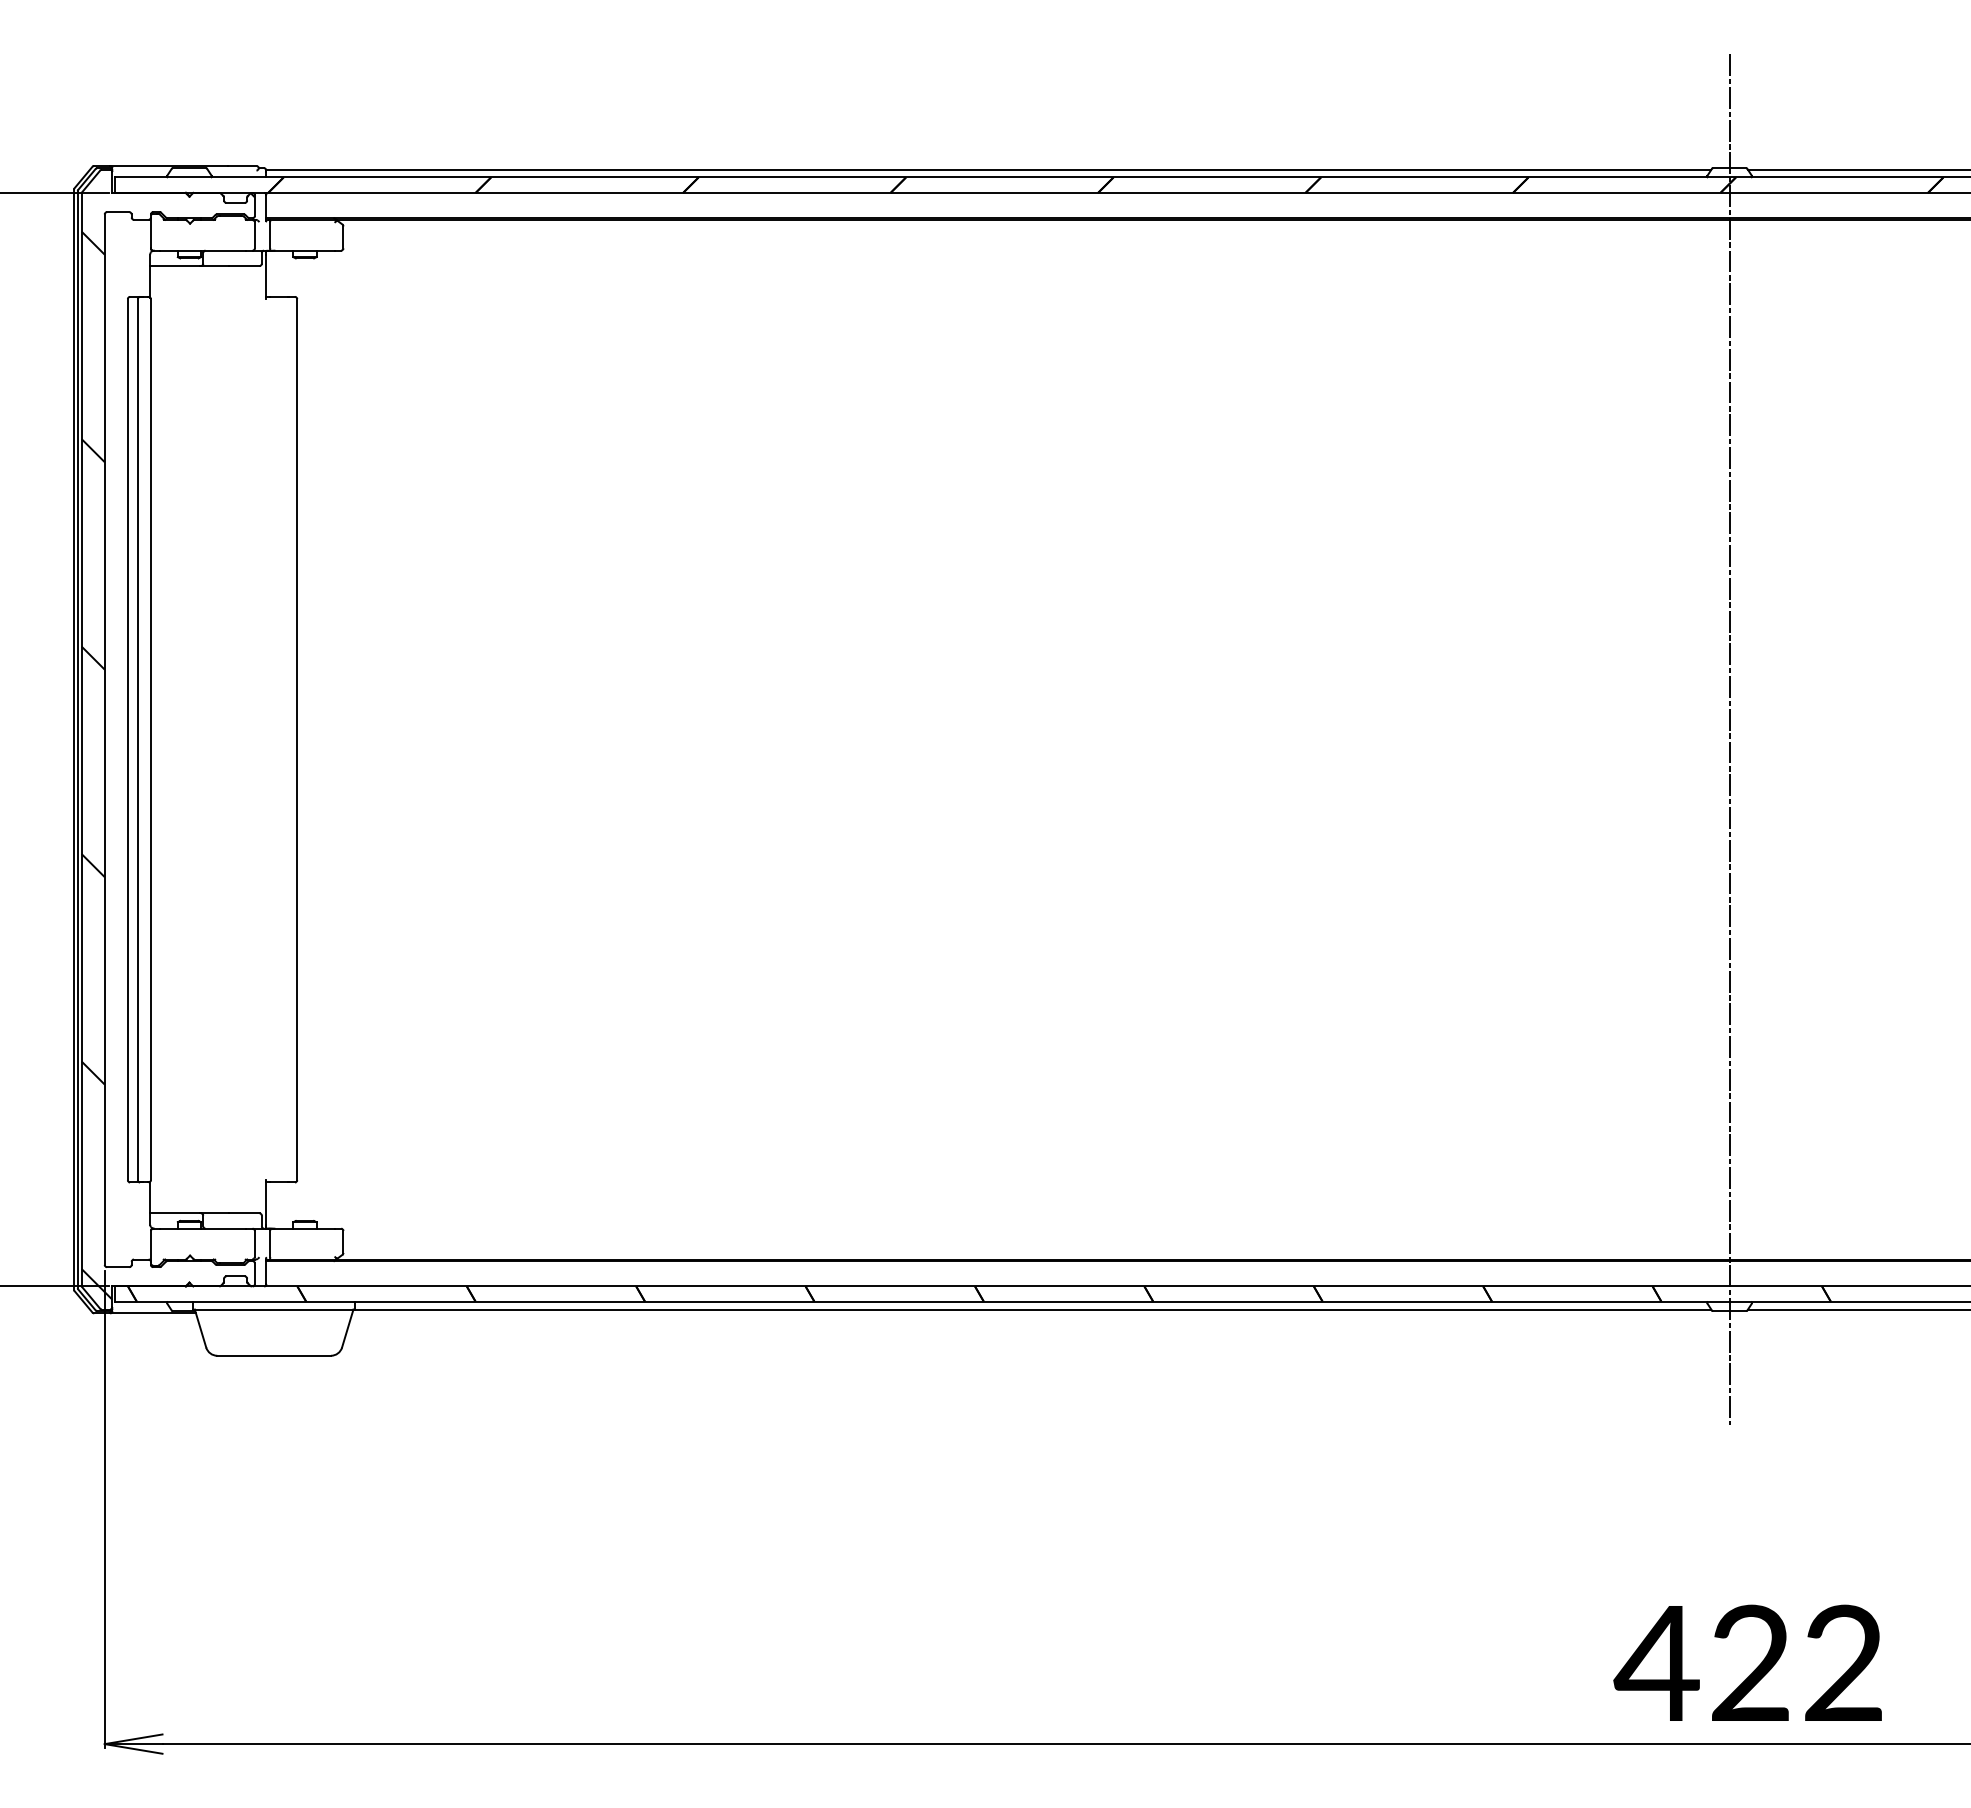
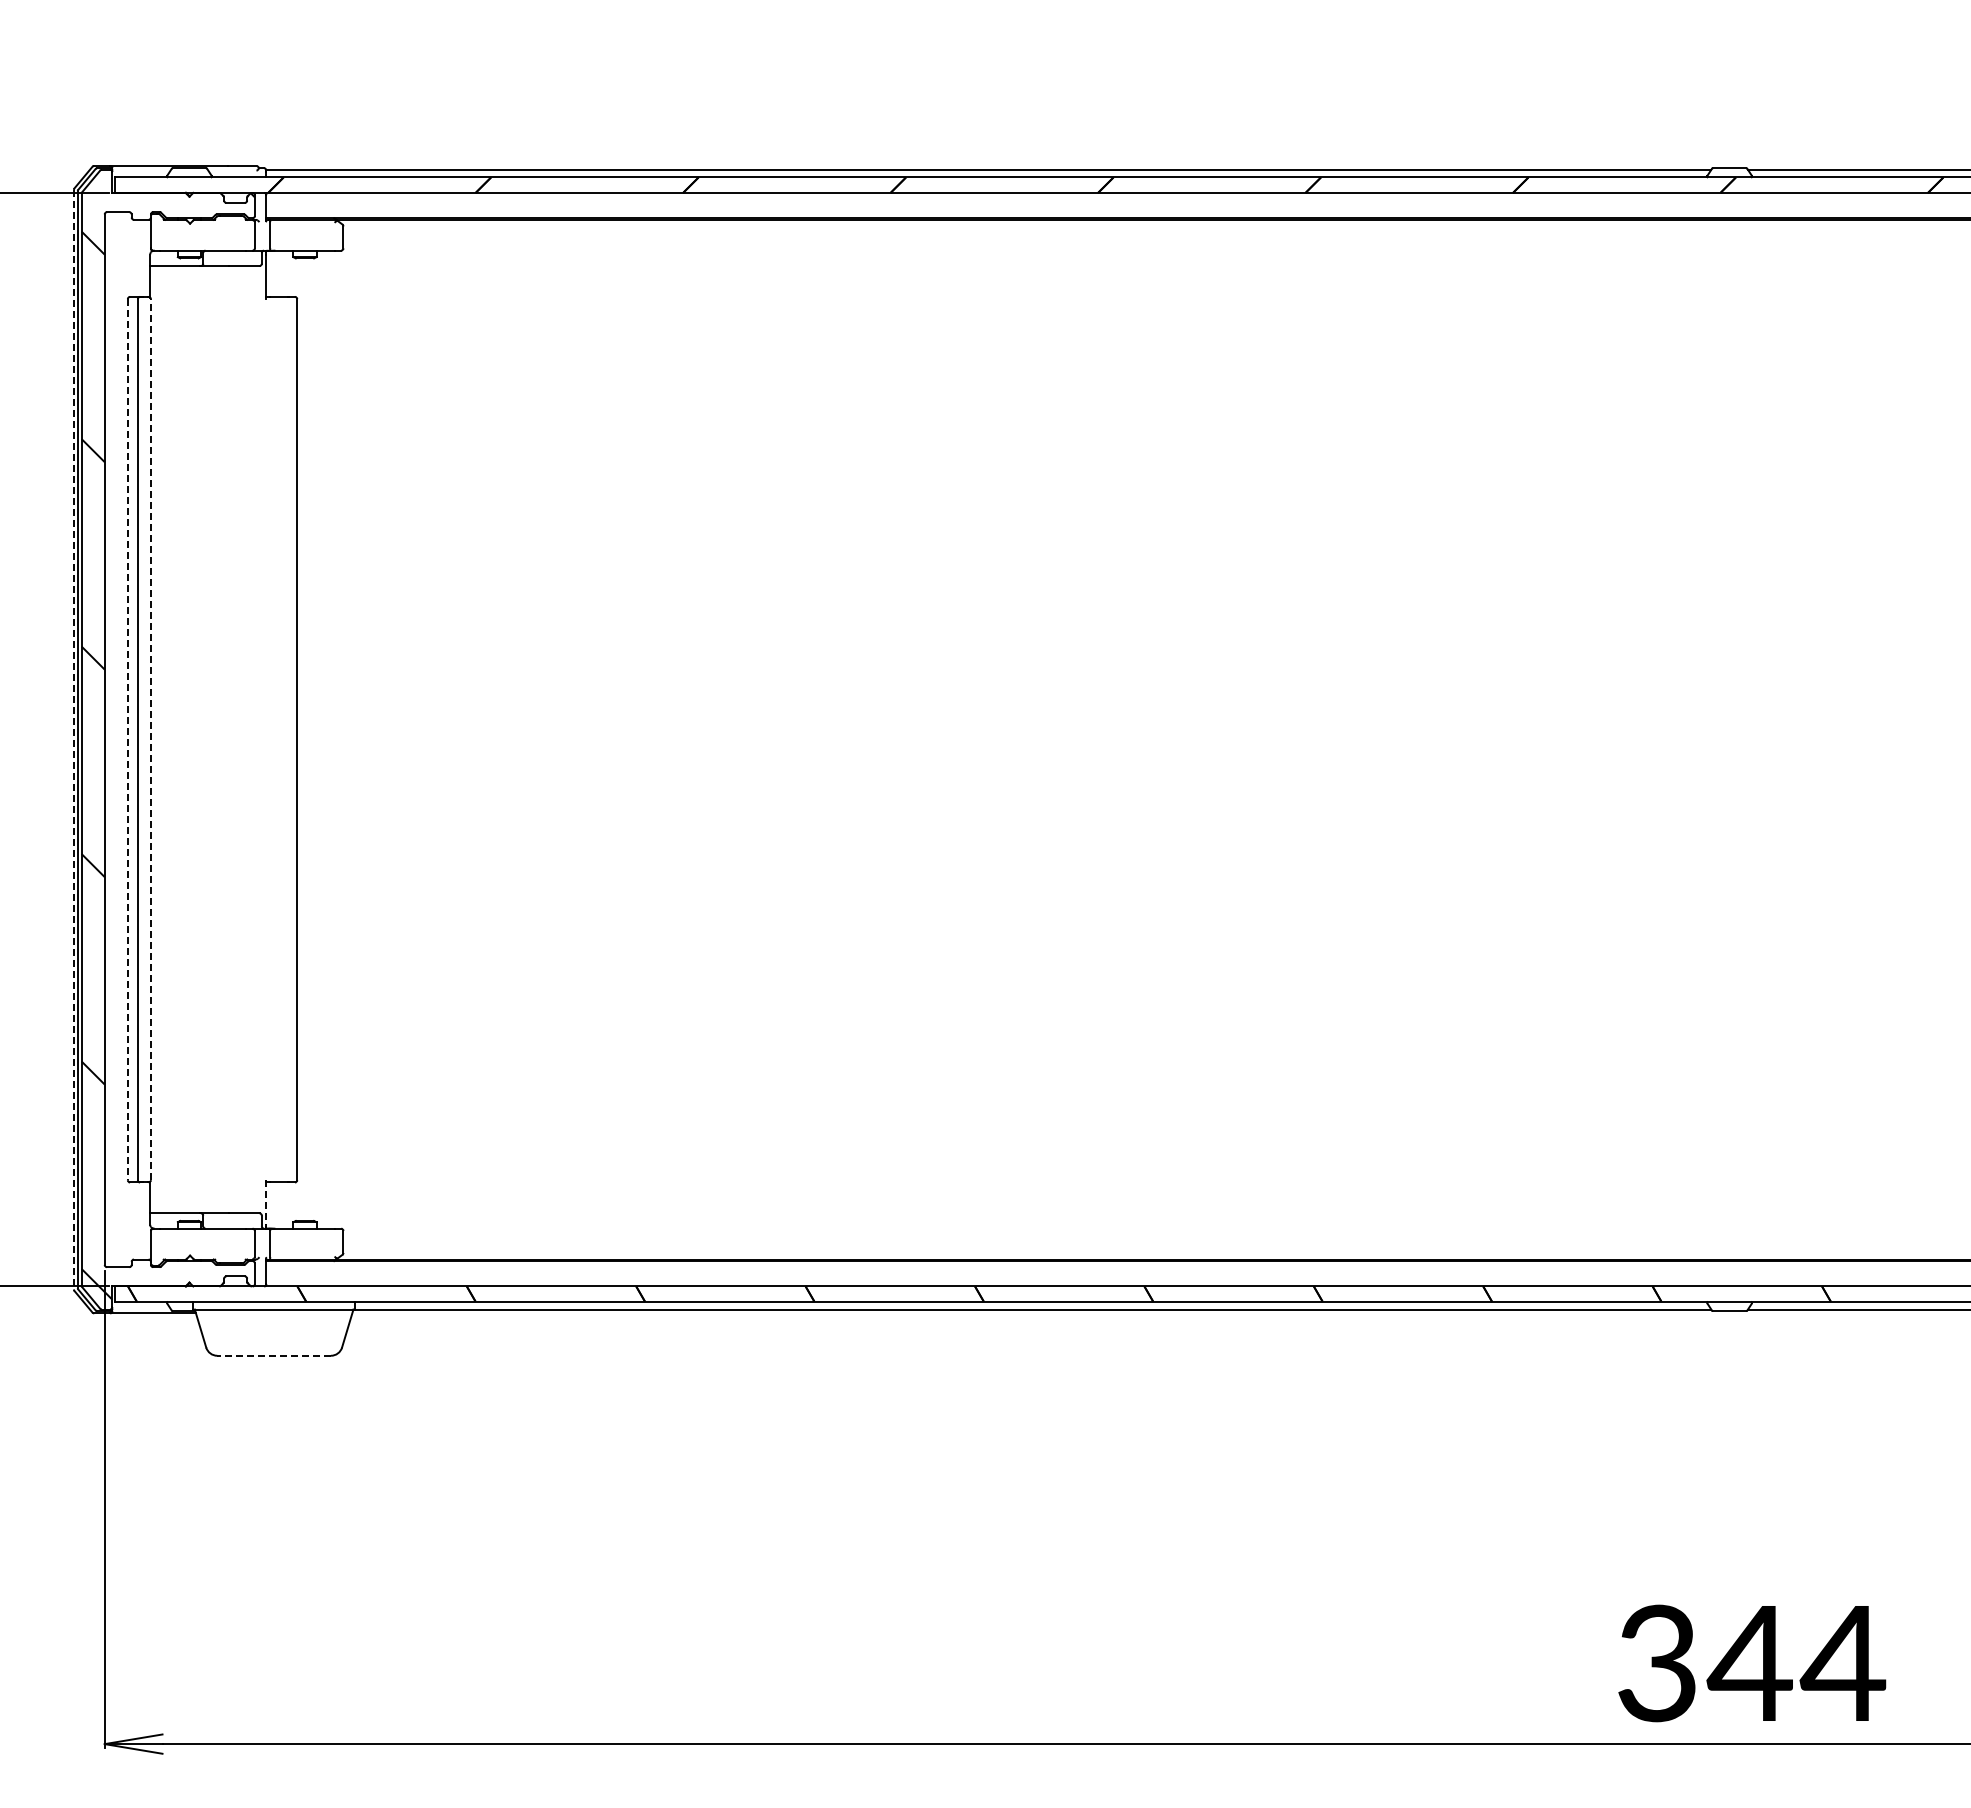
line at (73, 739): solid -> dashed
line at (127, 739): solid -> dashed
line at (150, 739): solid -> dashed
line at (1729, 739): present -> none
line at (266, 1203): solid -> dashed
line at (274, 1355): solid -> dashed
text at (1749, 1663): 422 -> 344
